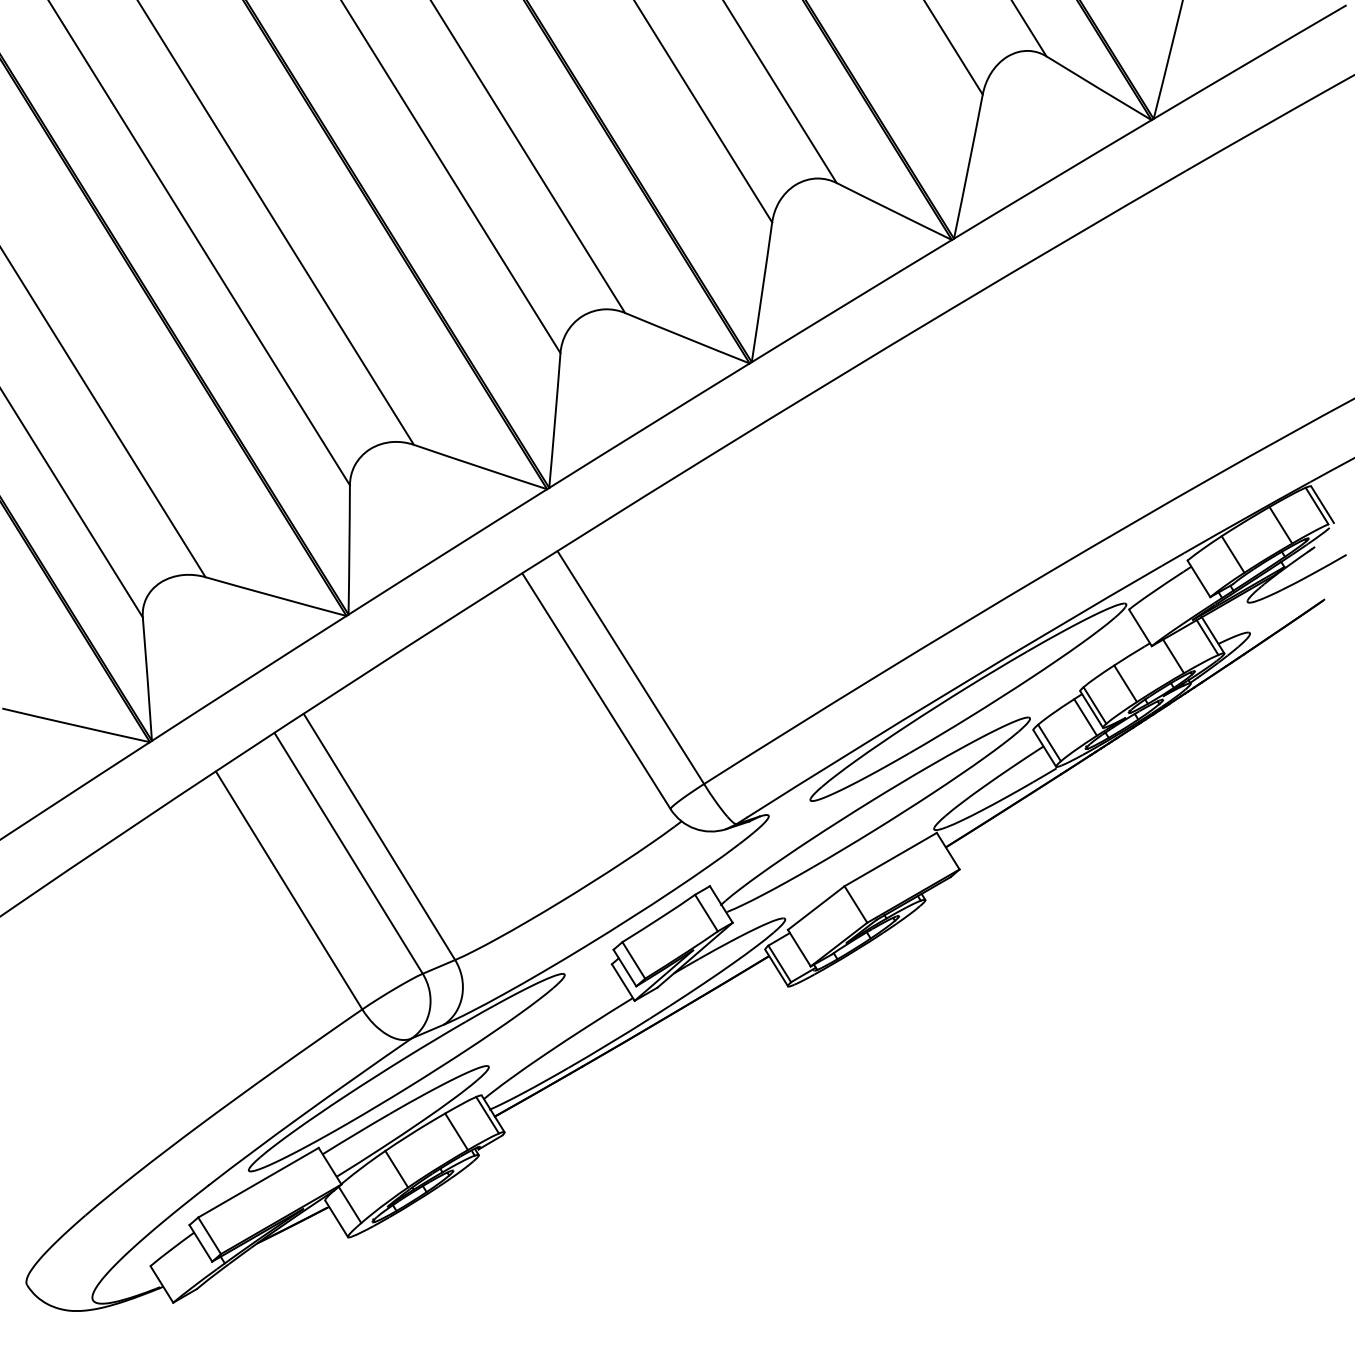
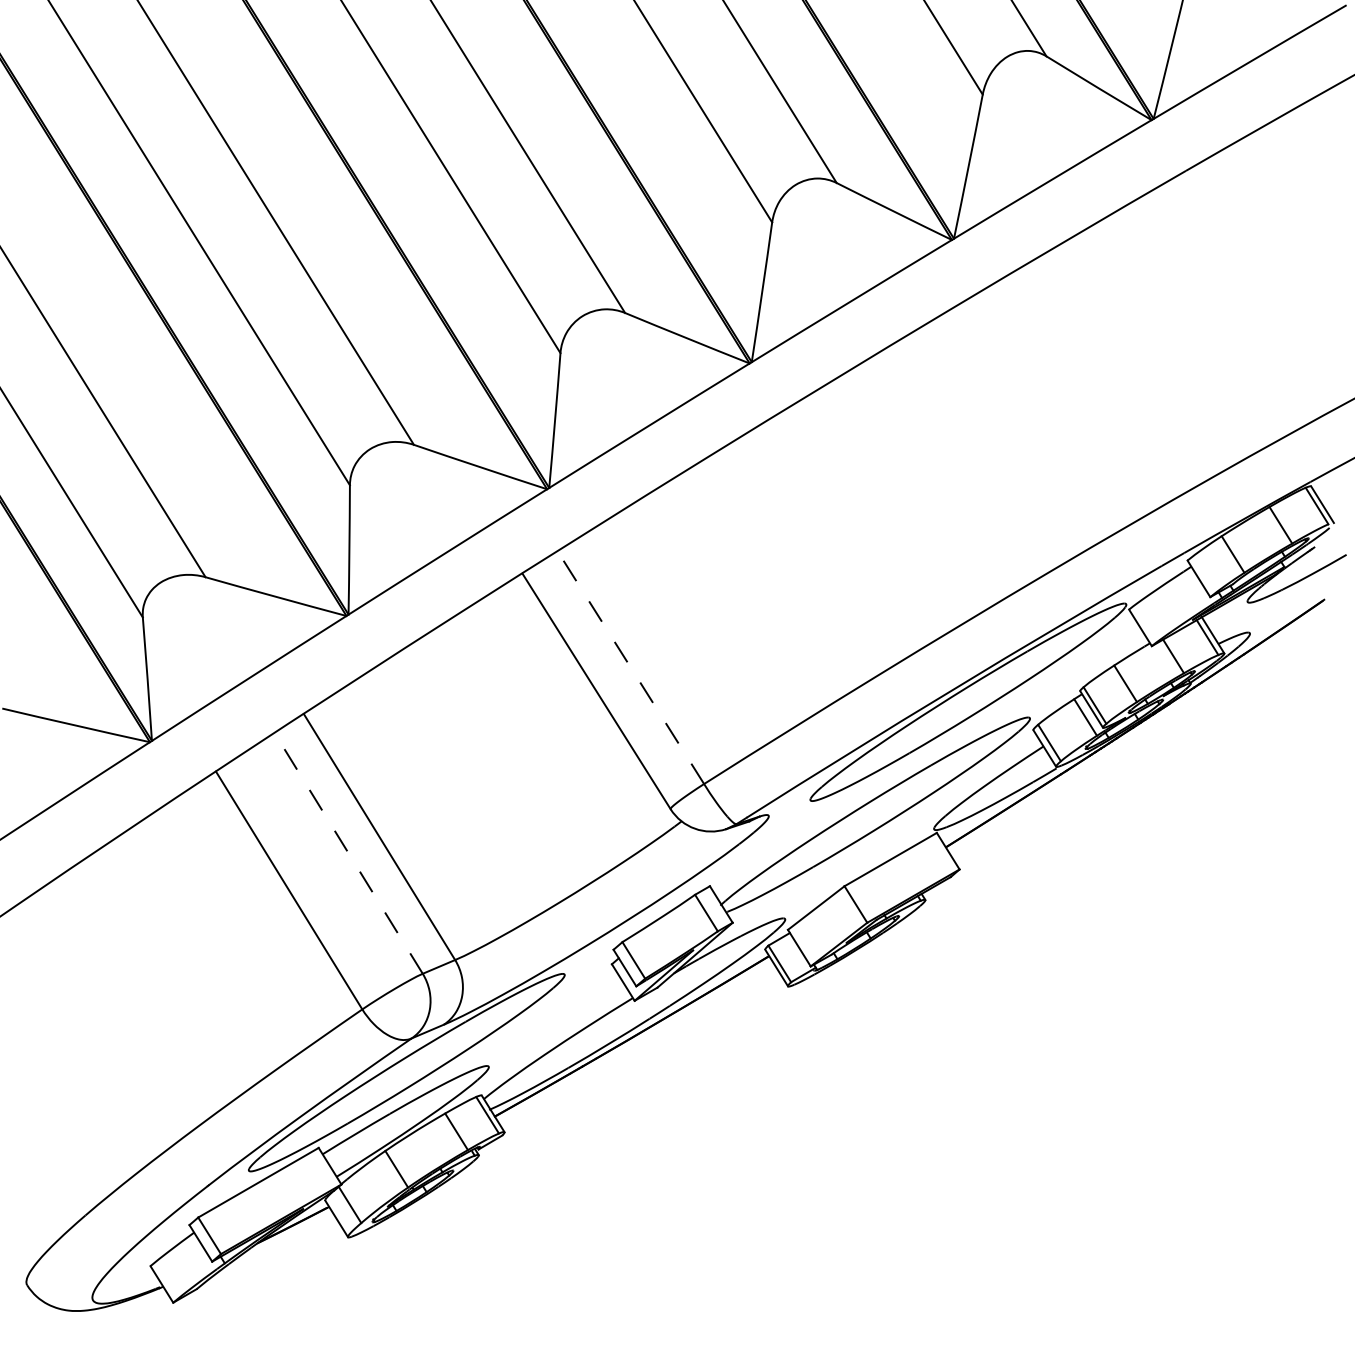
line at (630, 667): solid -> dashed
line at (348, 853): solid -> dashed
